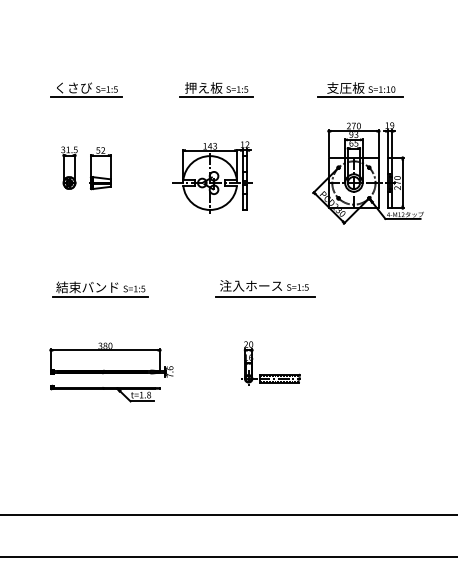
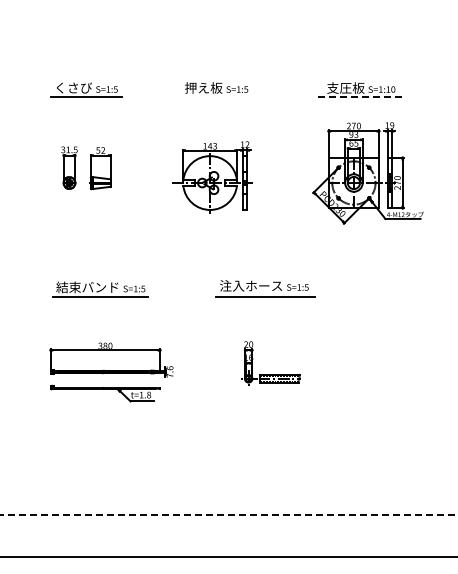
line at (216, 97): present -> none
line at (361, 97): solid -> dashed
line at (228, 515): solid -> dashed
